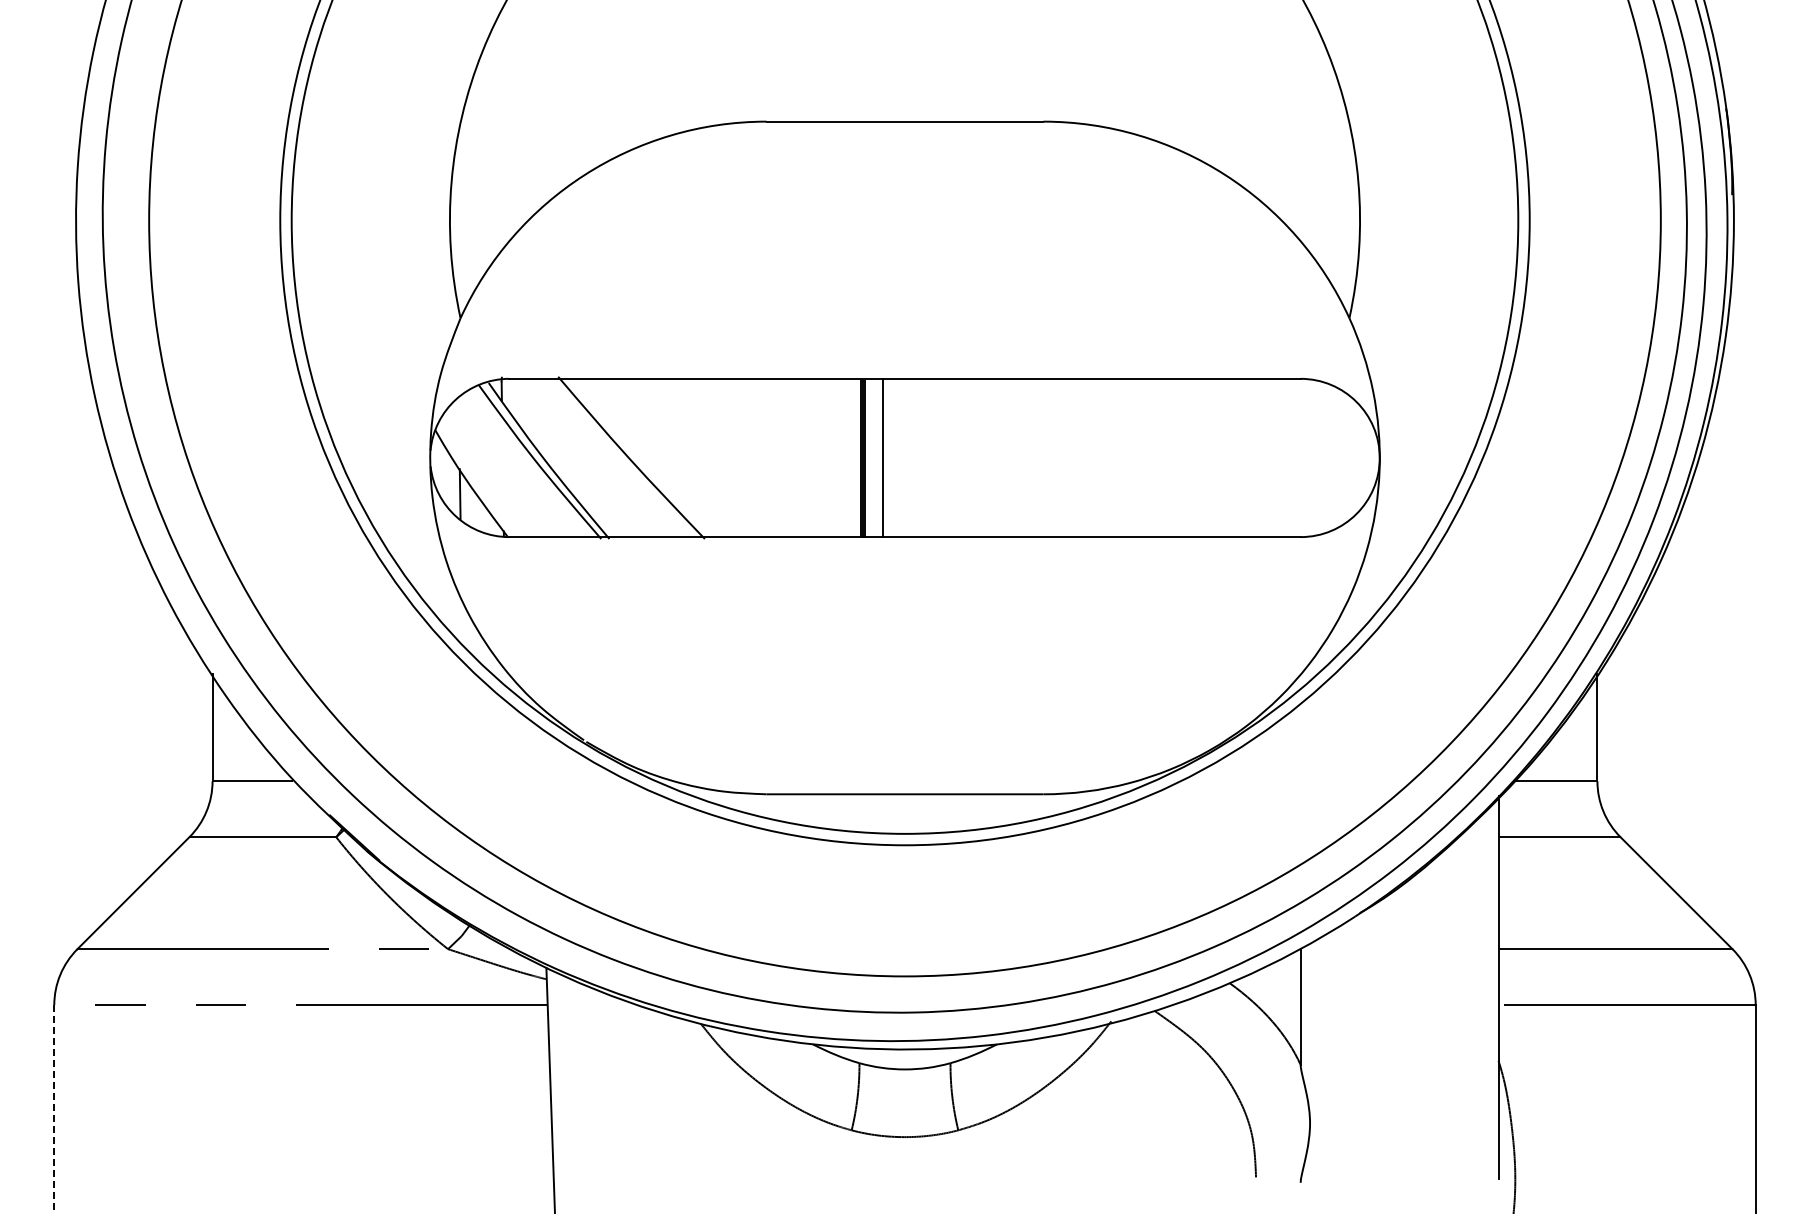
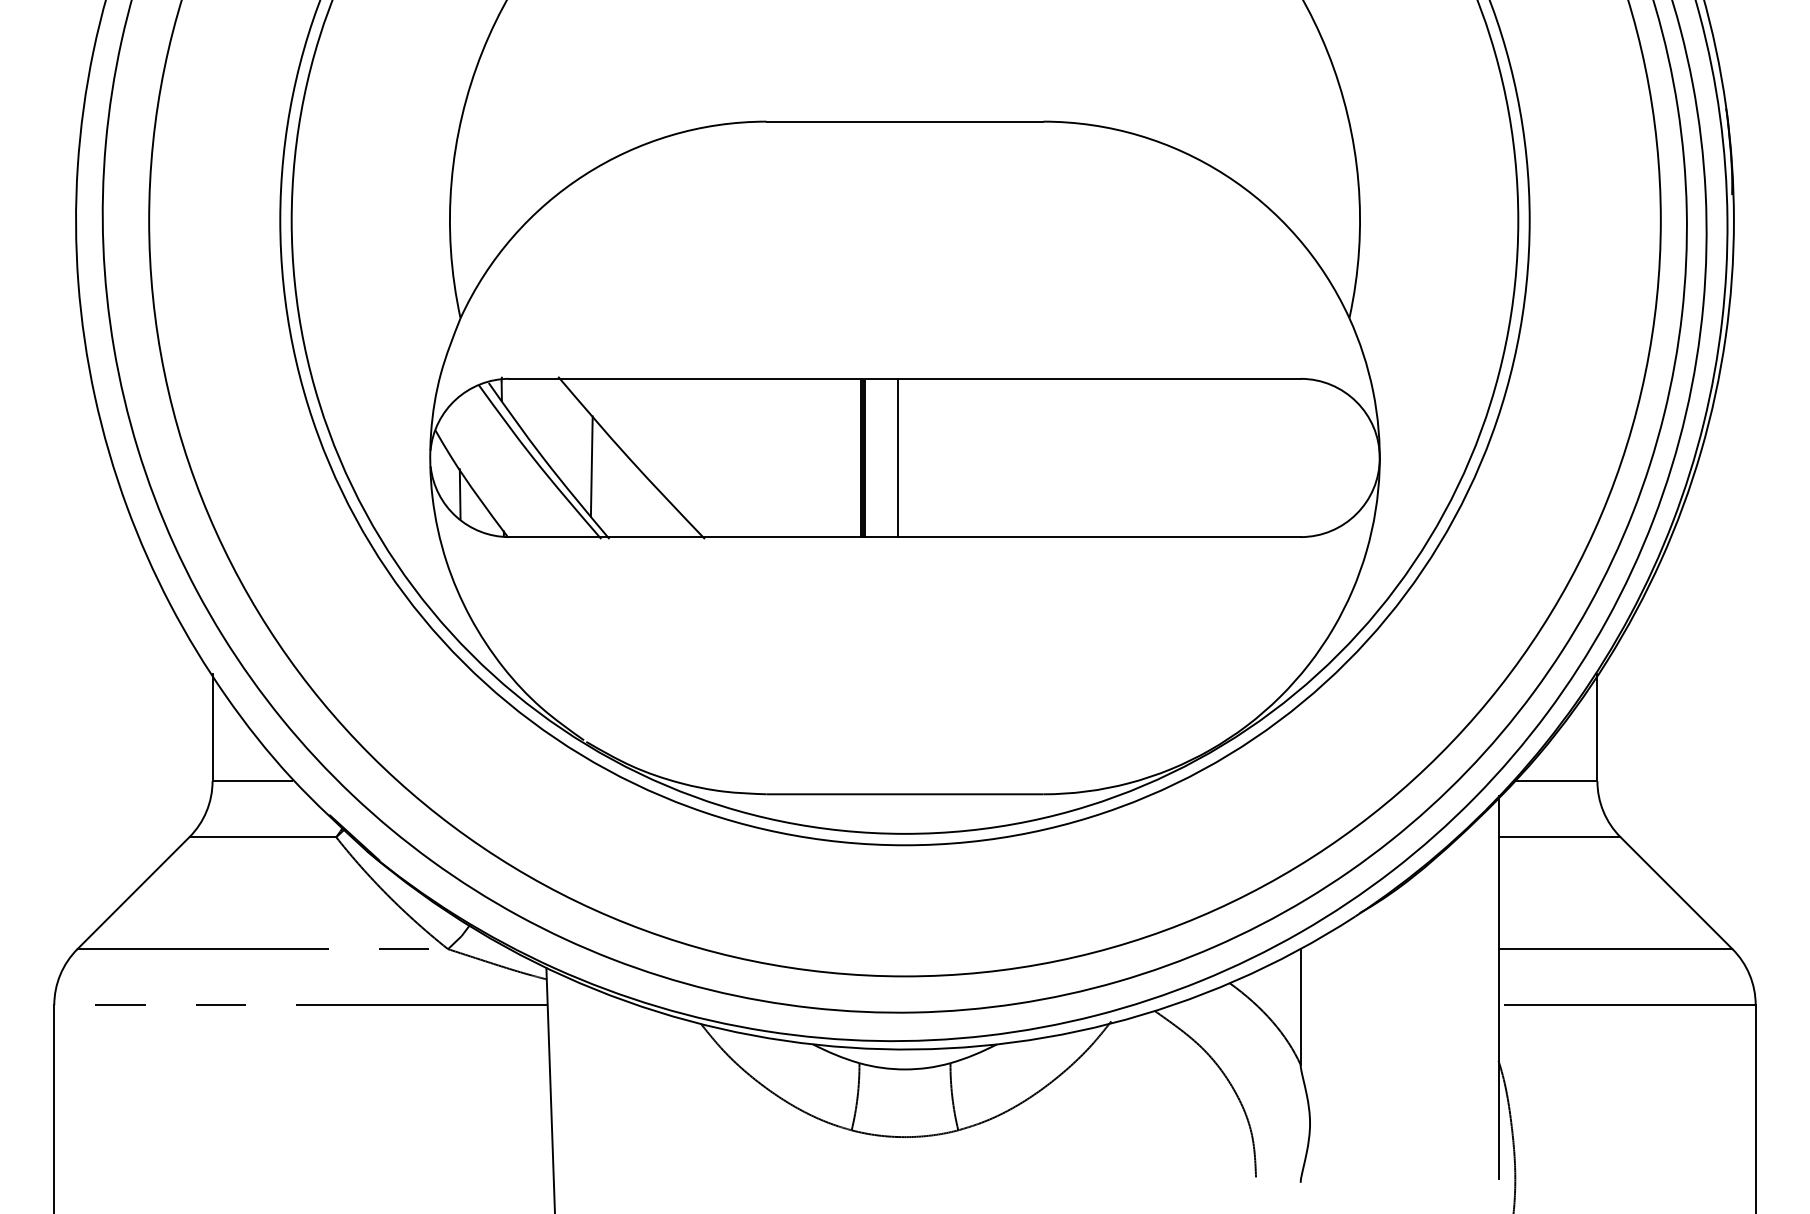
line at (883, 457) position: (883, 457) -> (898, 457)
line at (591, 466): none -> present
line at (54, 1109): dashed -> solid
